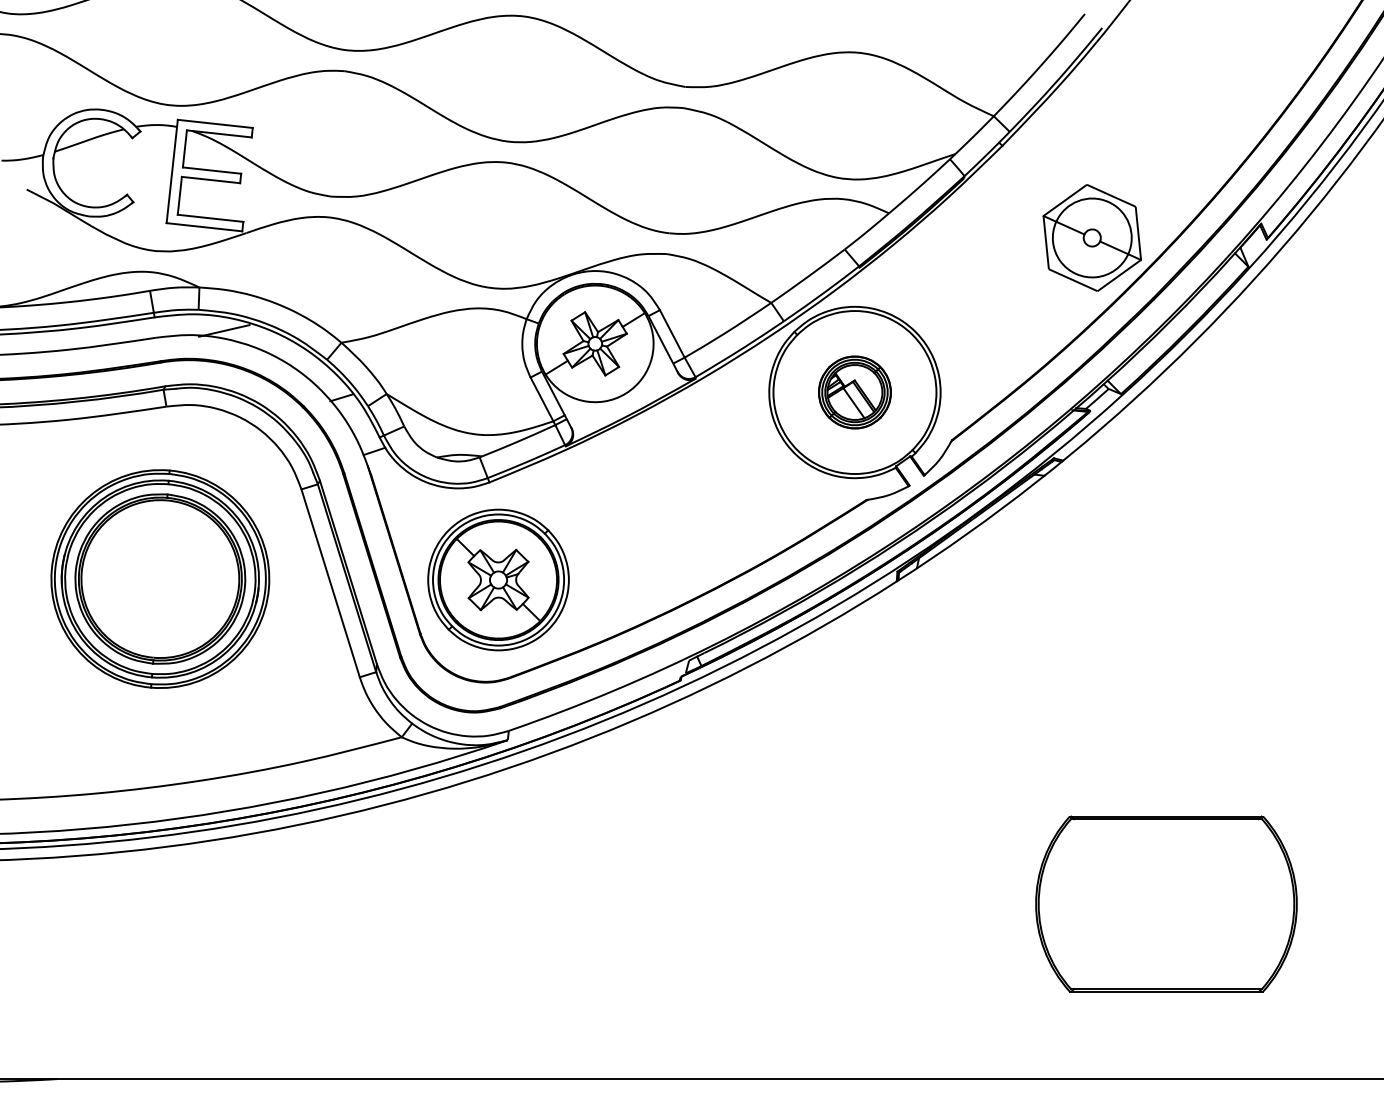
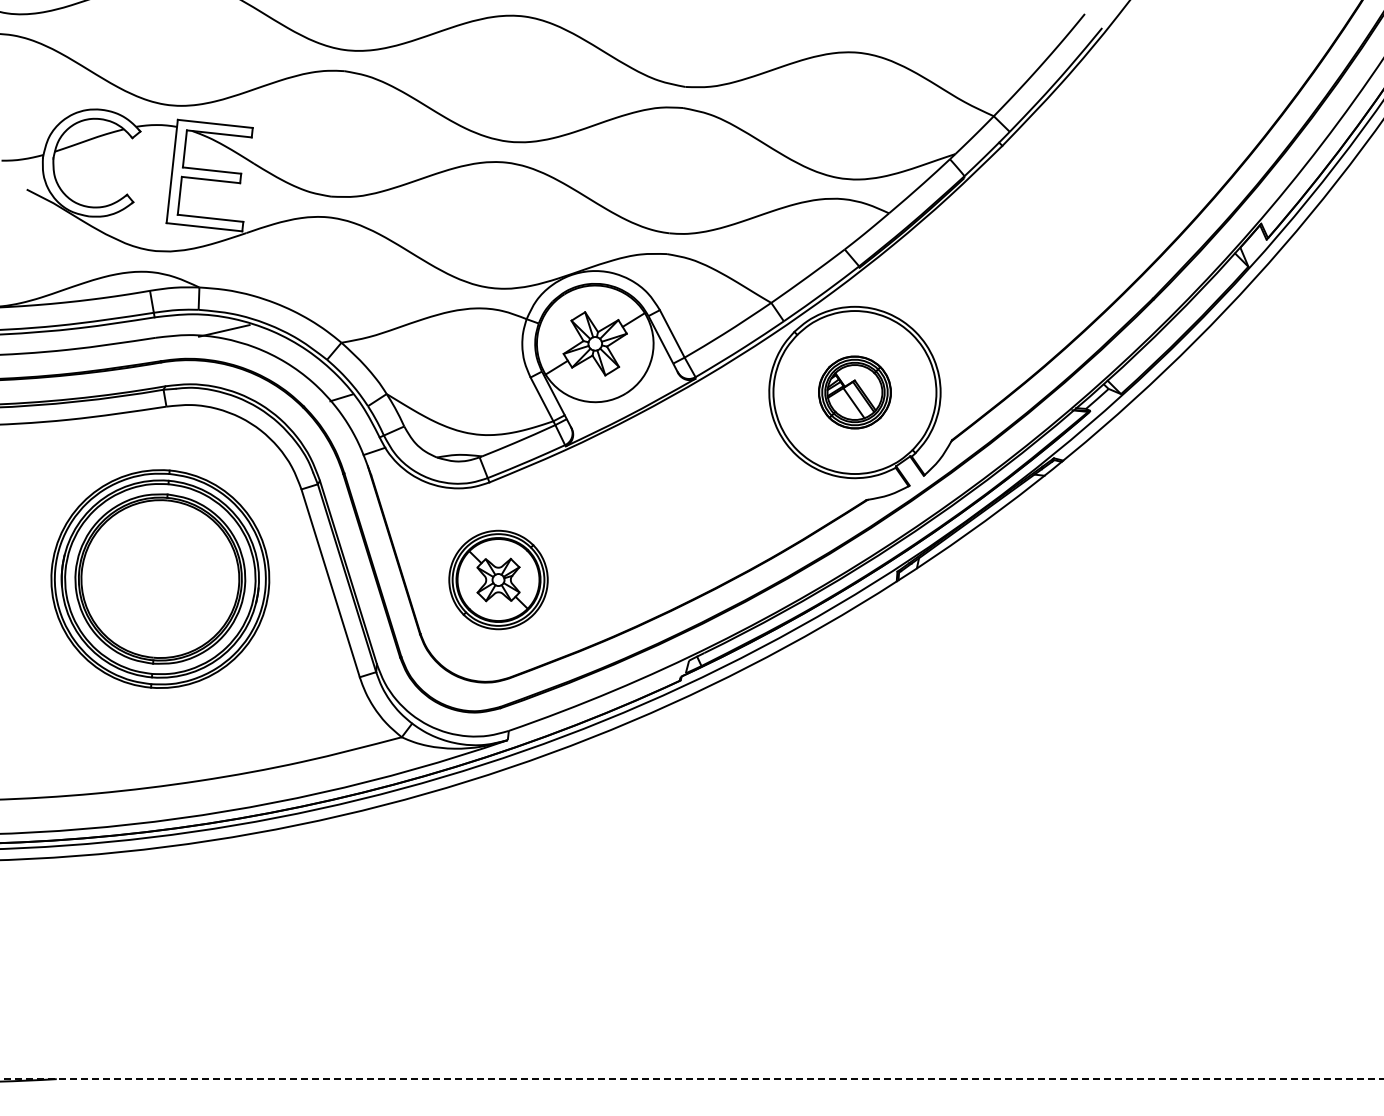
part at (1092, 237): present -> none
part at (498, 579) size: 143x144 px -> 101x102 px
part at (1166, 903): present -> none
line at (692, 1079): solid -> dashed
